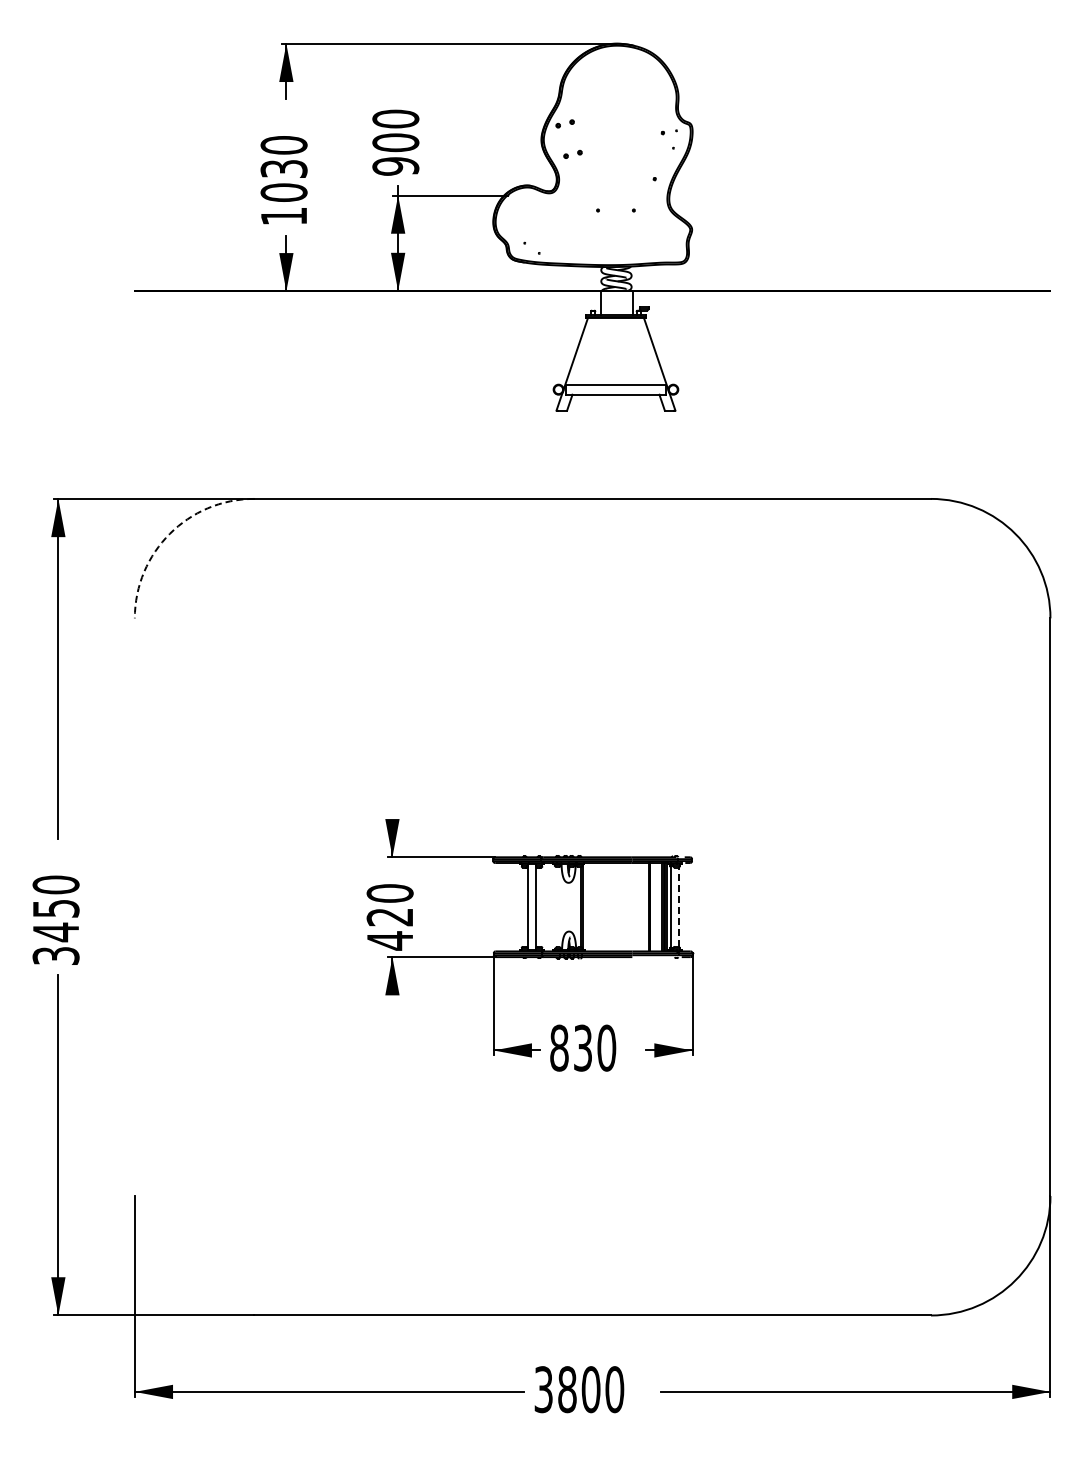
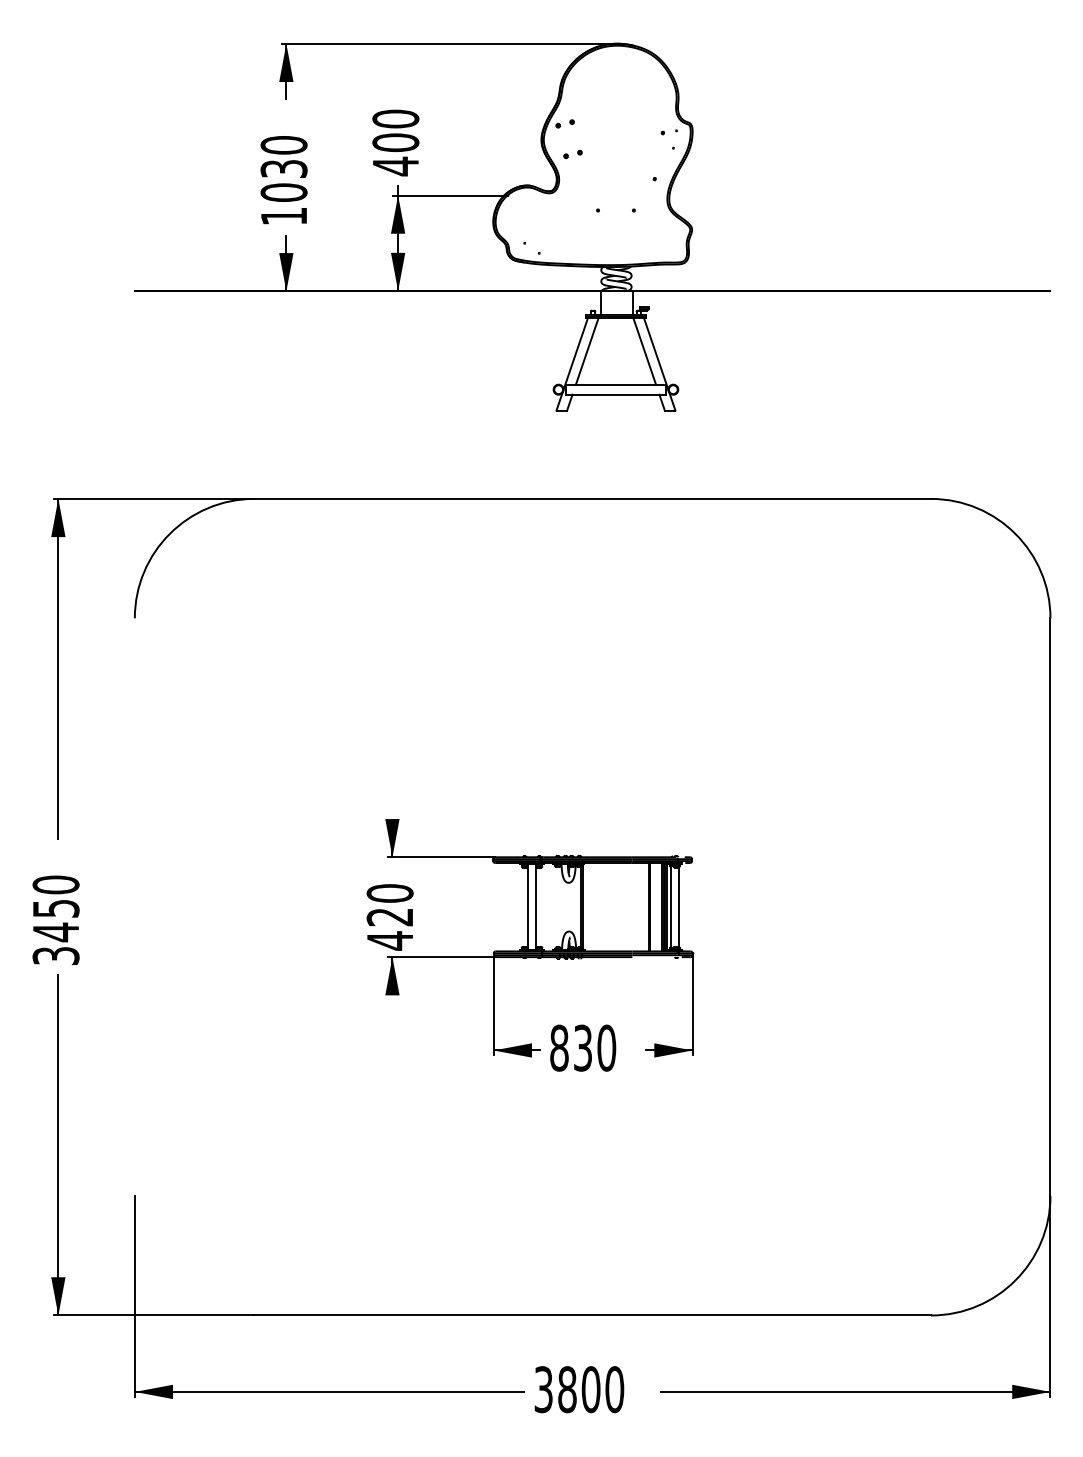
text at (395, 166): 900 -> 400
line at (586, 351): none -> present
line at (644, 351): none -> present
arc at (169, 533): dashed -> solid
line at (678, 907): dashed -> solid
